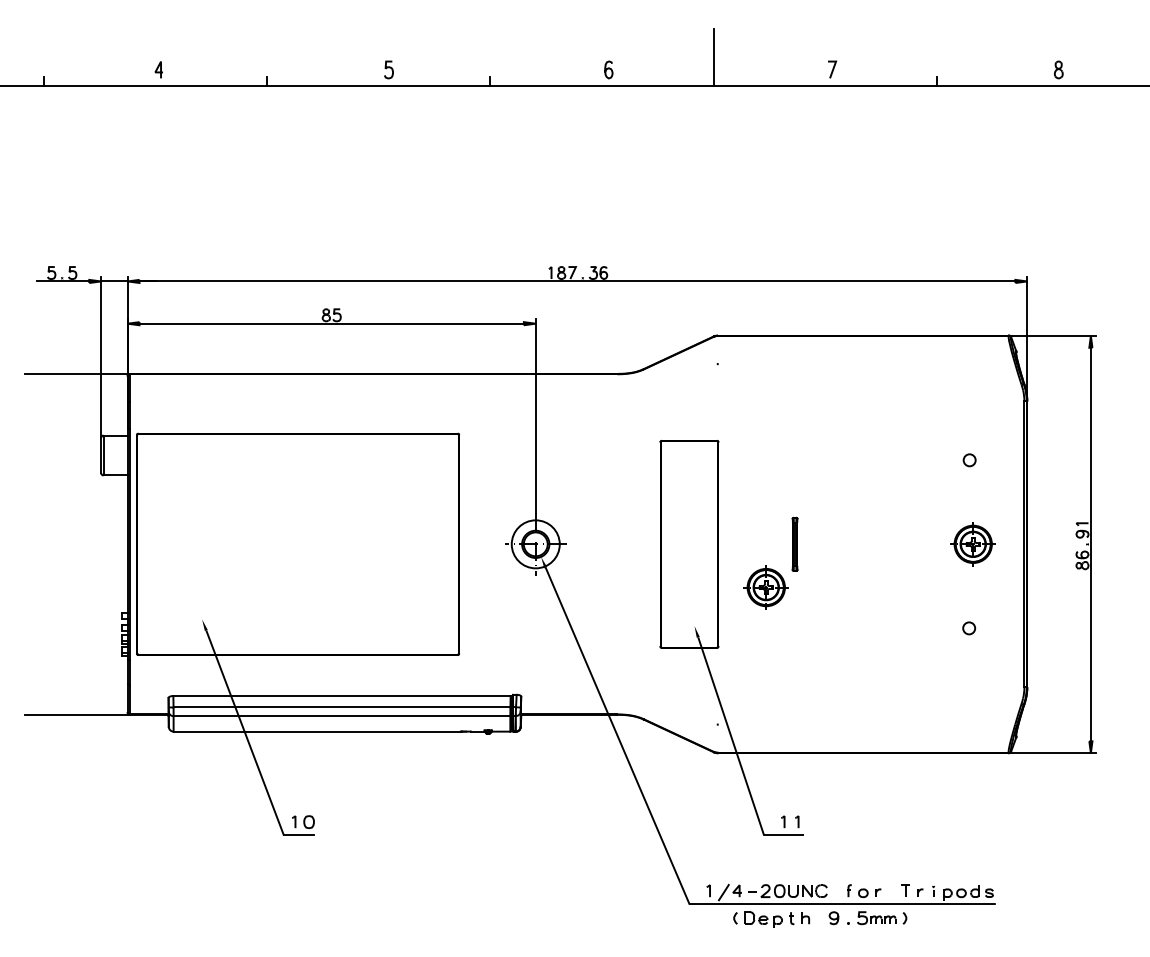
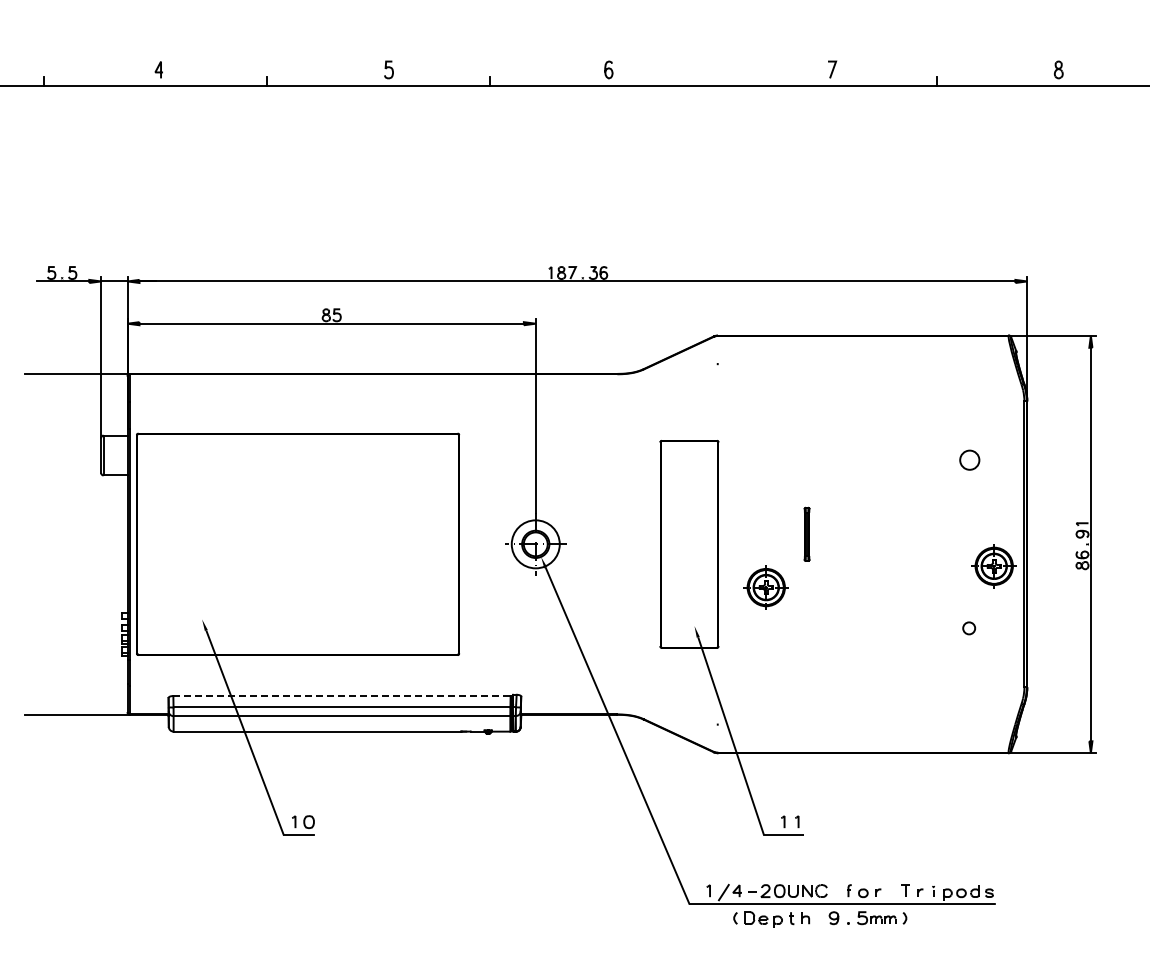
line at (713, 57): present -> none
circle at (969, 460) size: 15x15 px -> 22x22 px
part at (794, 543) position: (794, 543) -> (806, 533)
part at (972, 544) position: (972, 544) -> (993, 566)
line at (342, 696): solid -> dashed
